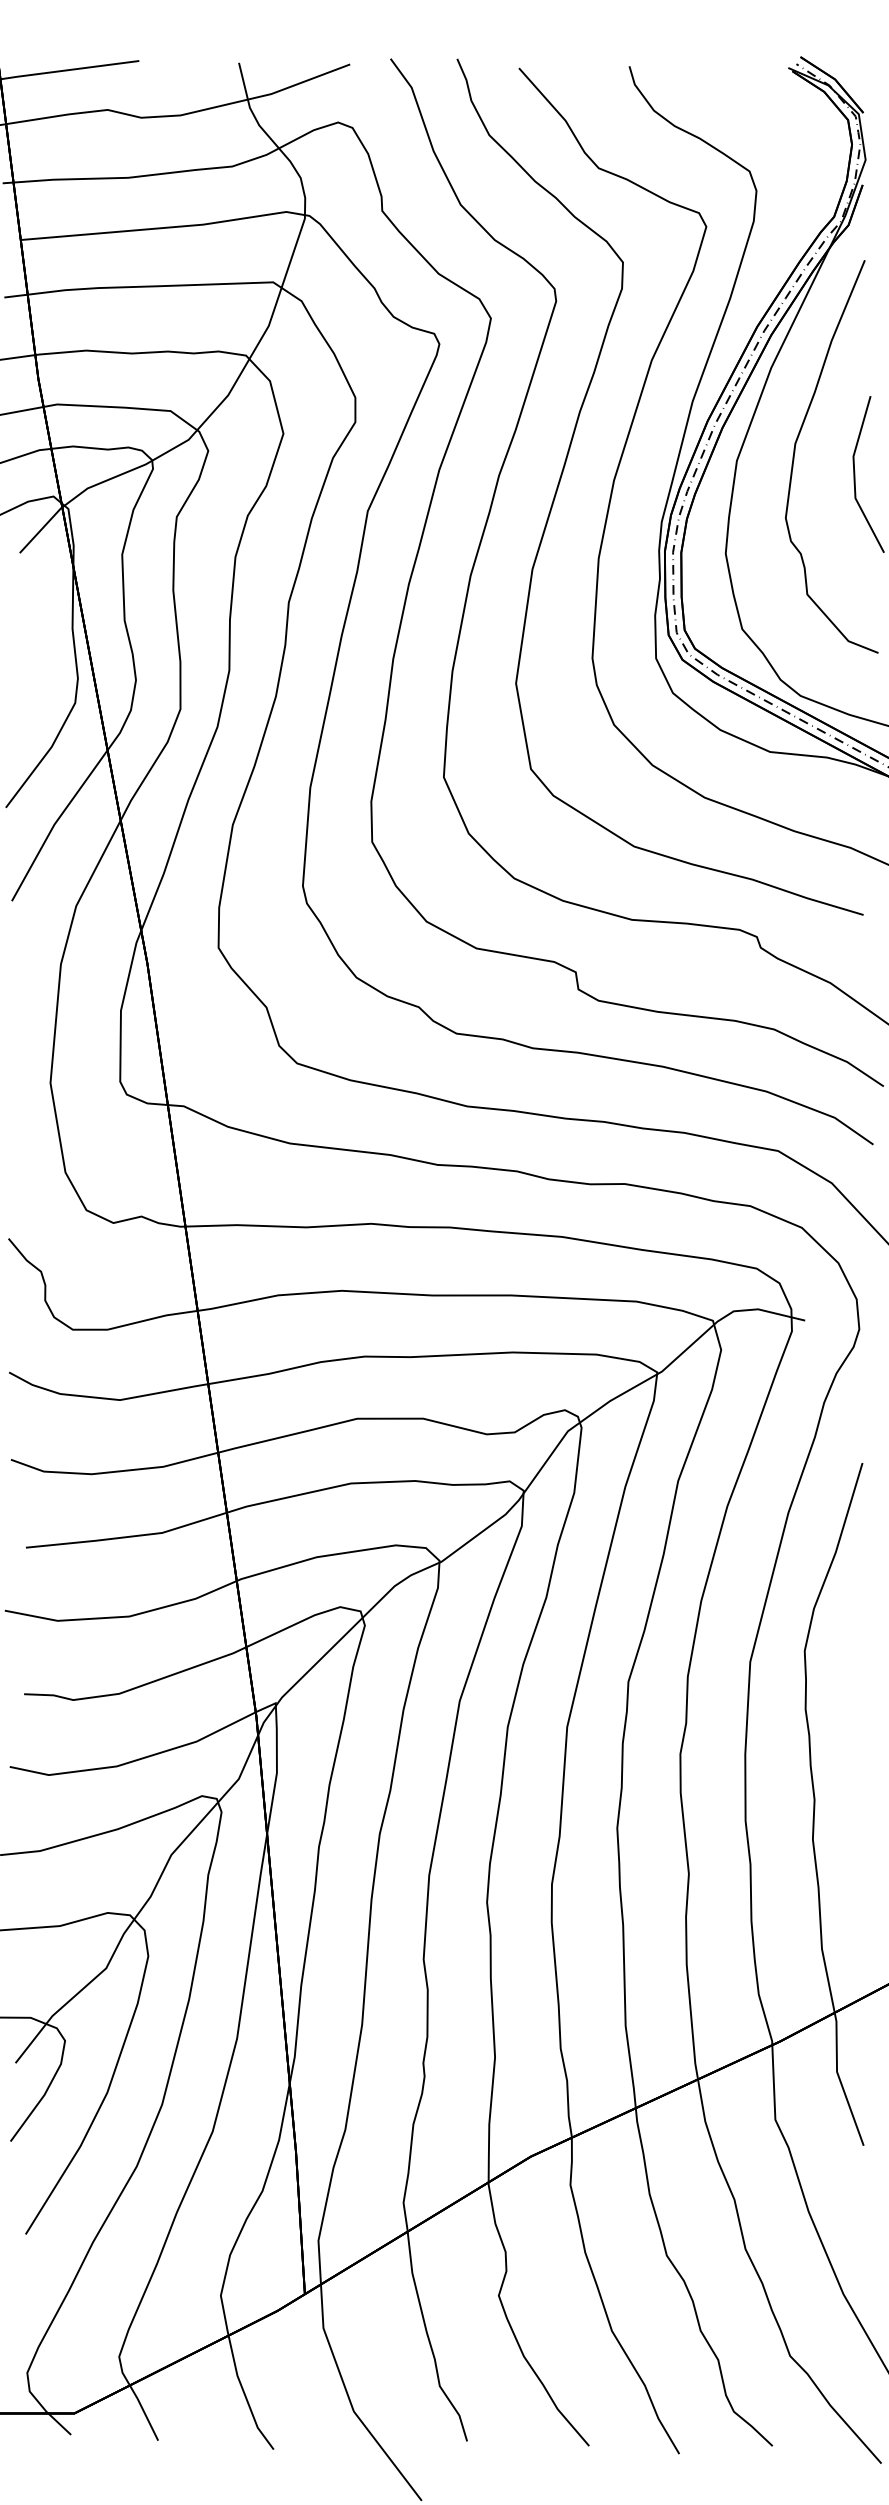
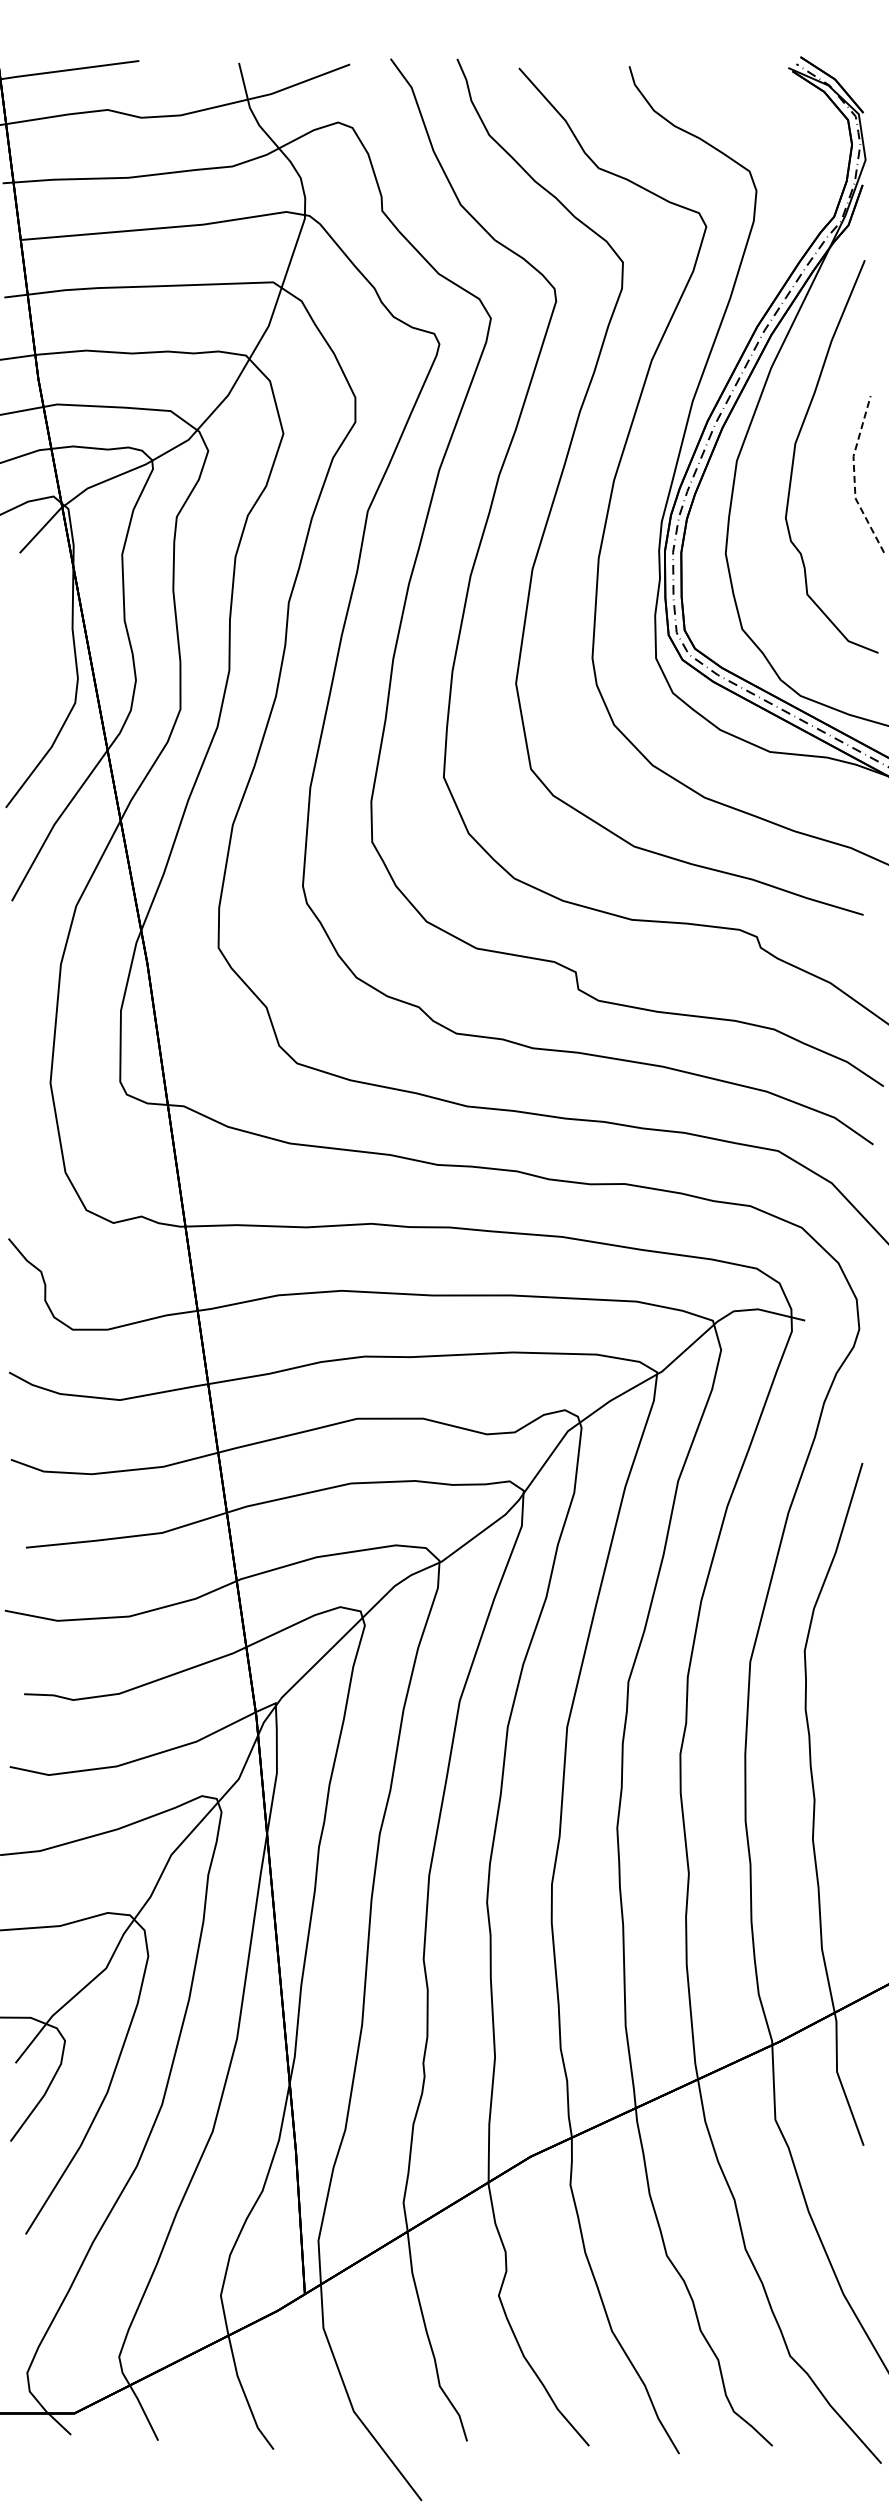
line at (854, 476): solid -> dashed
